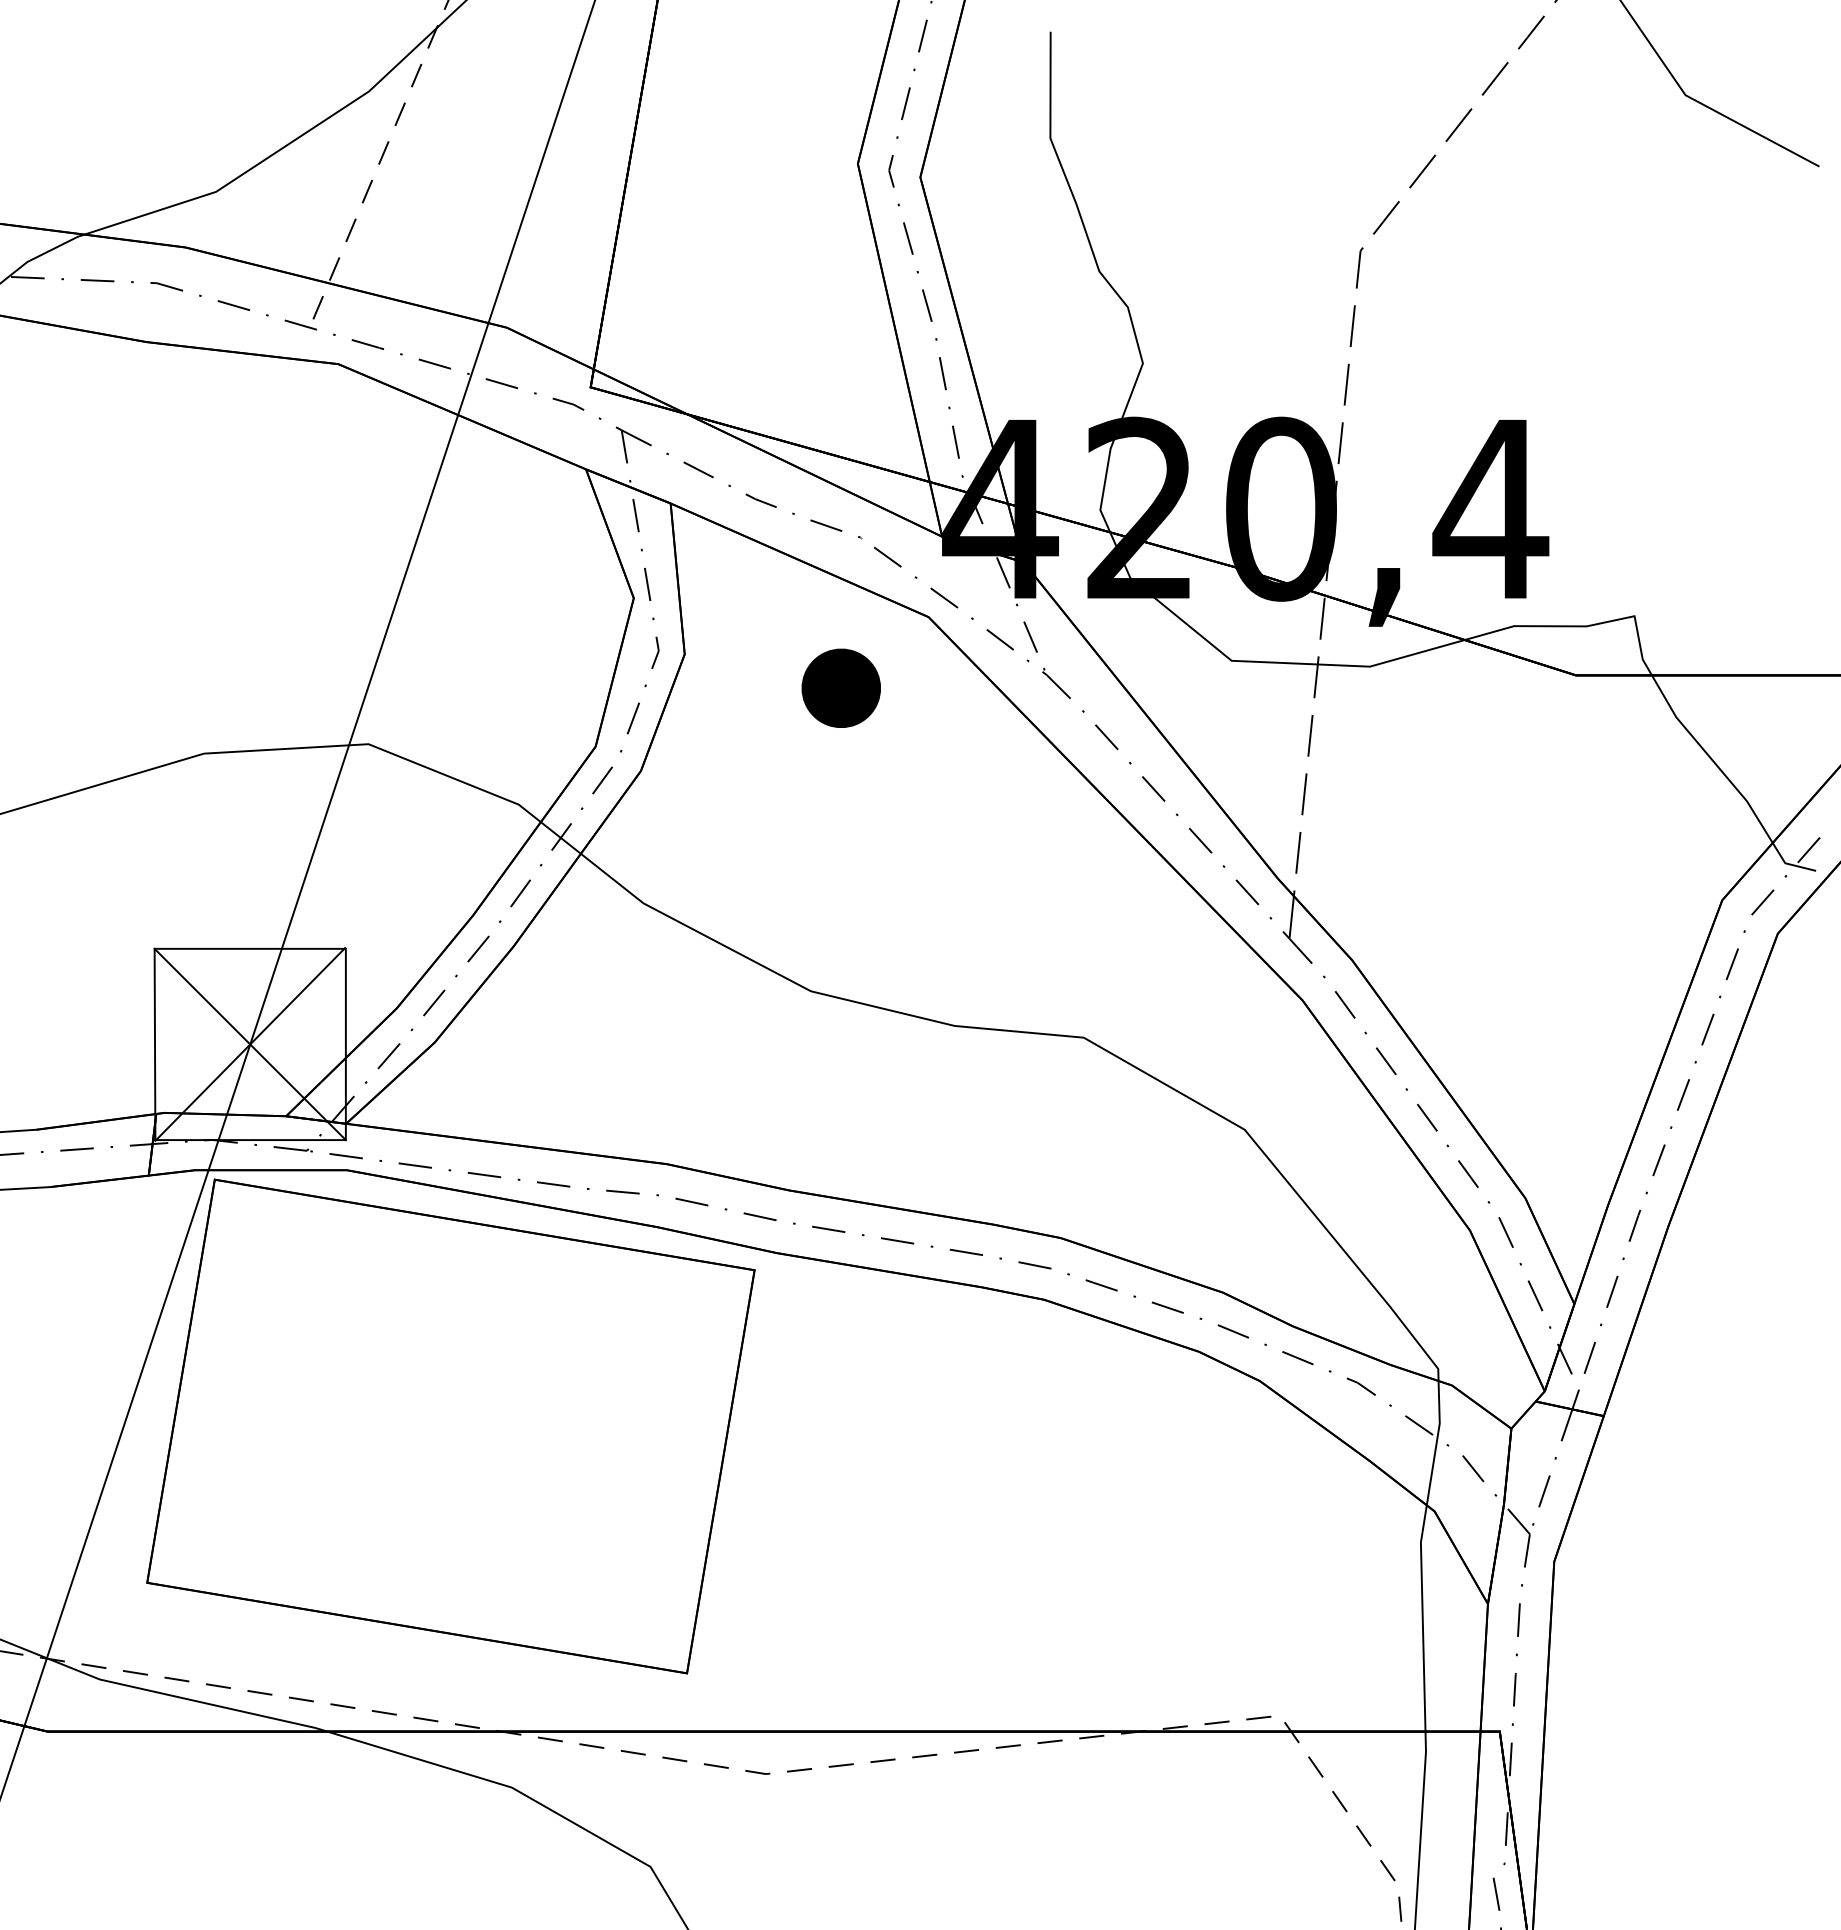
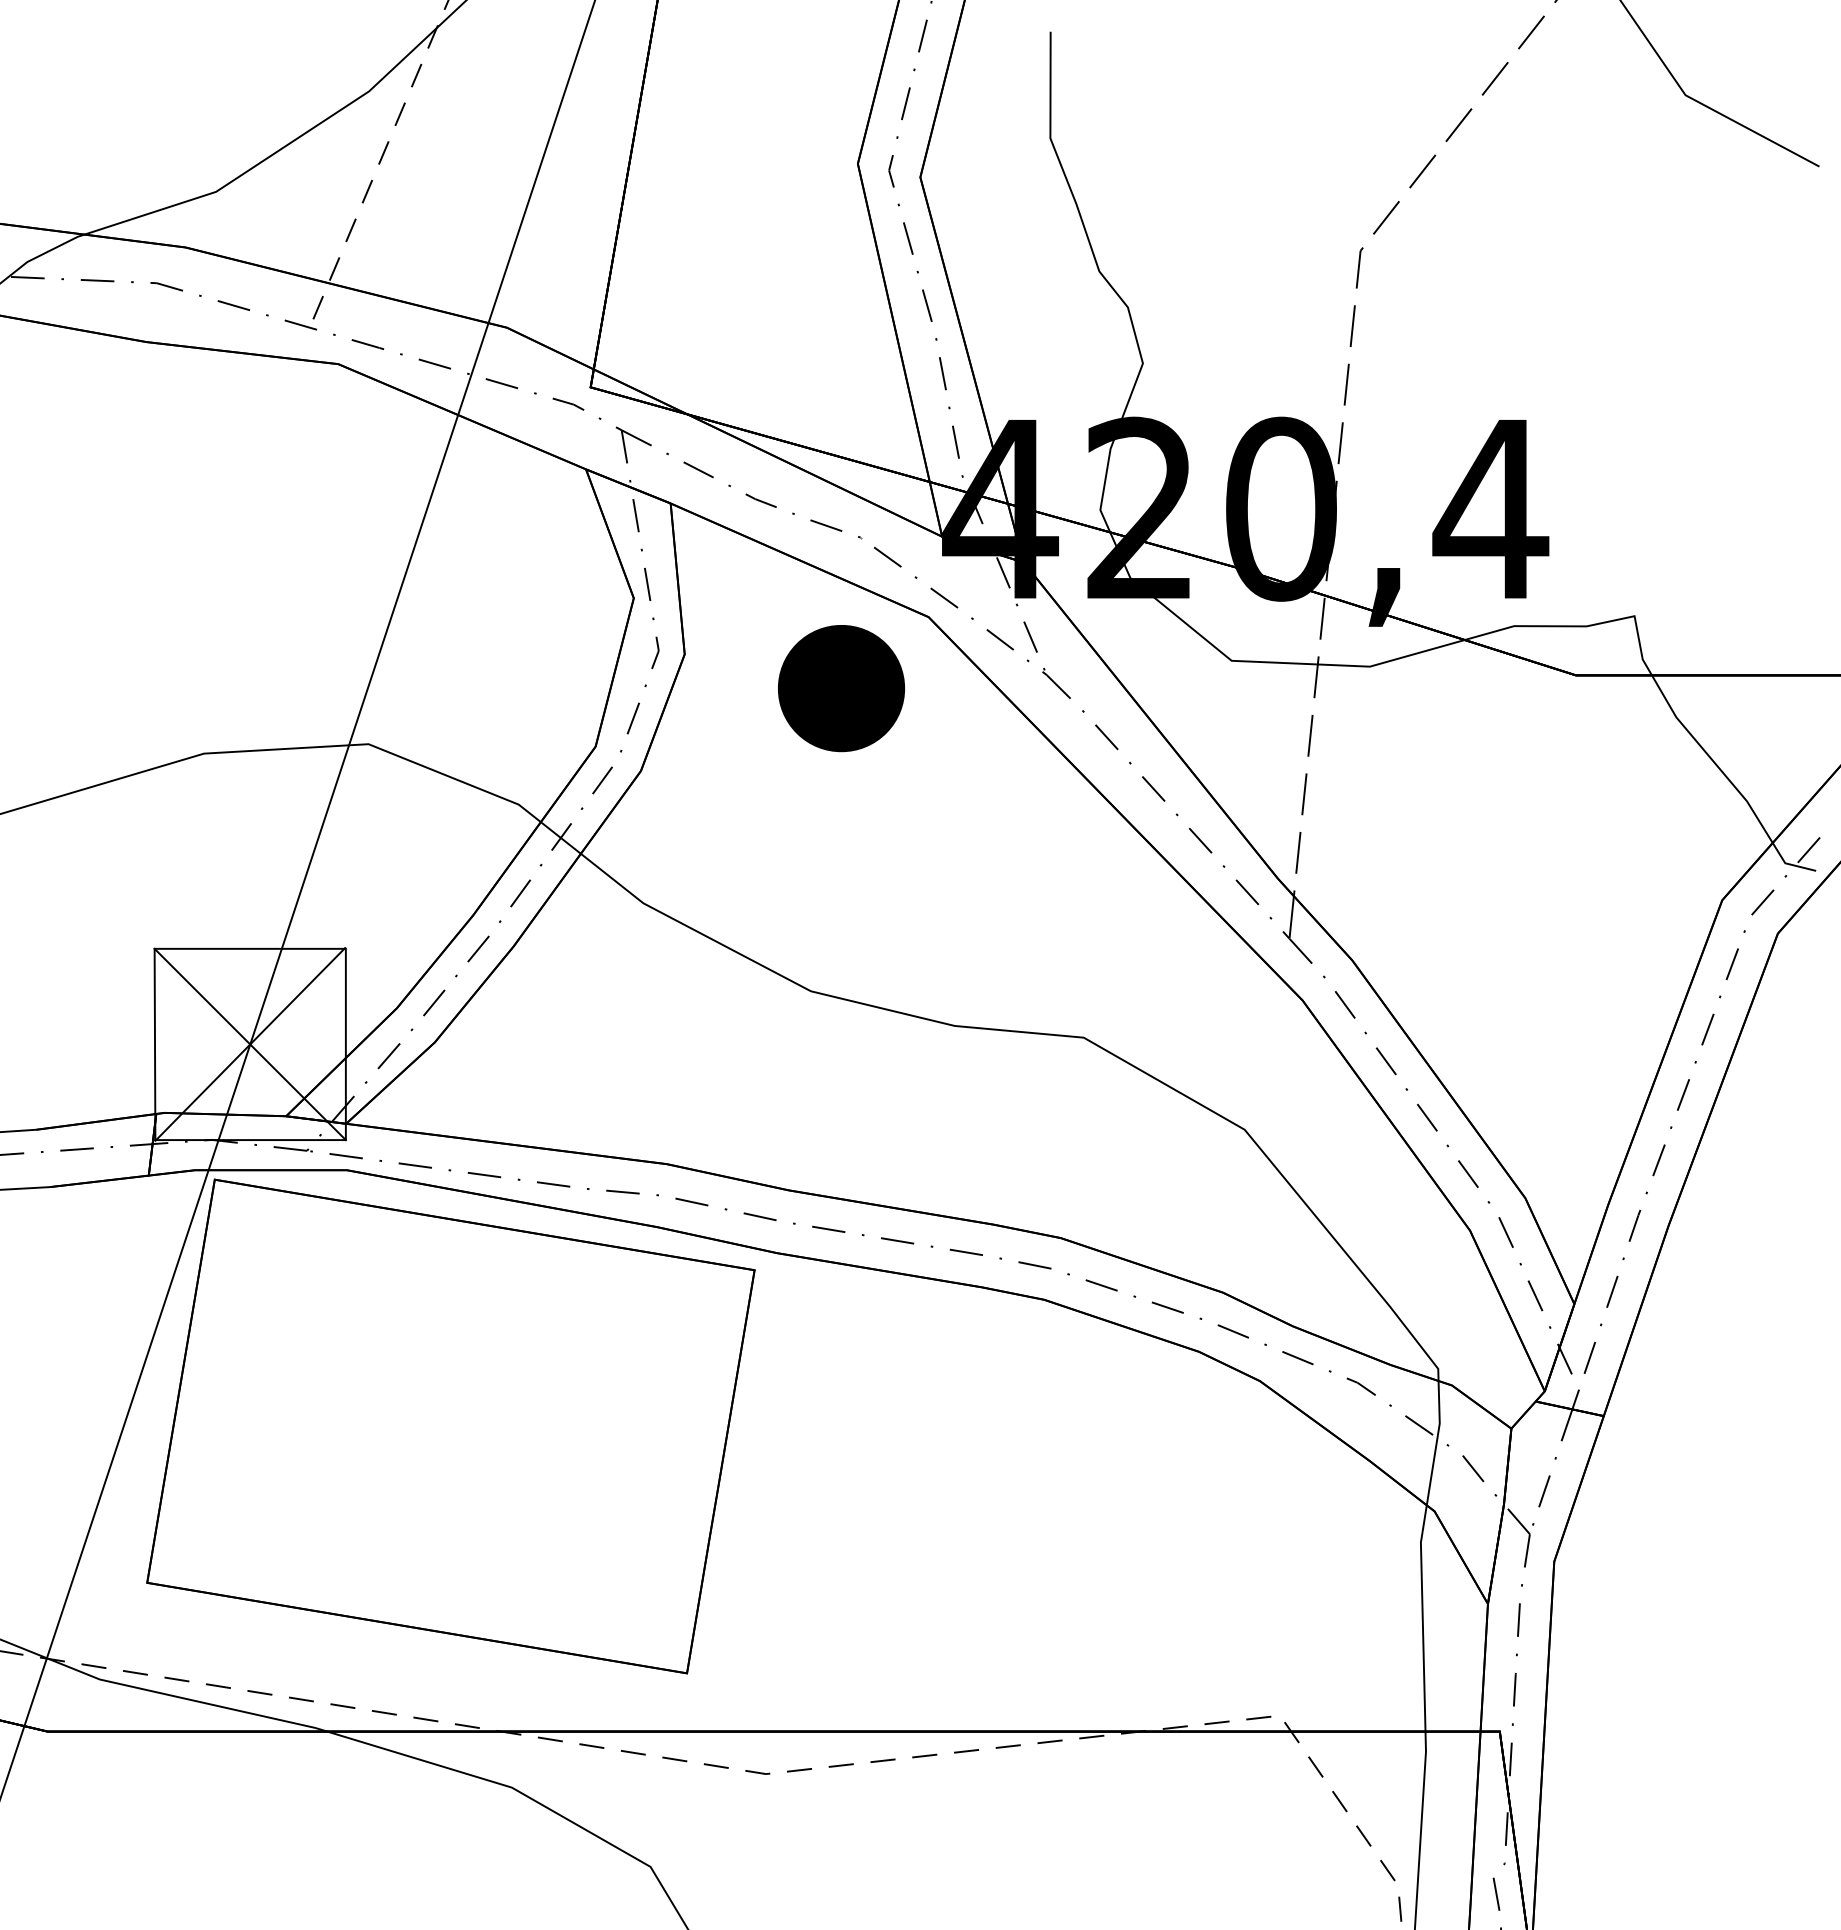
part at (840, 687) size: 80x80 px -> 127x128 px
